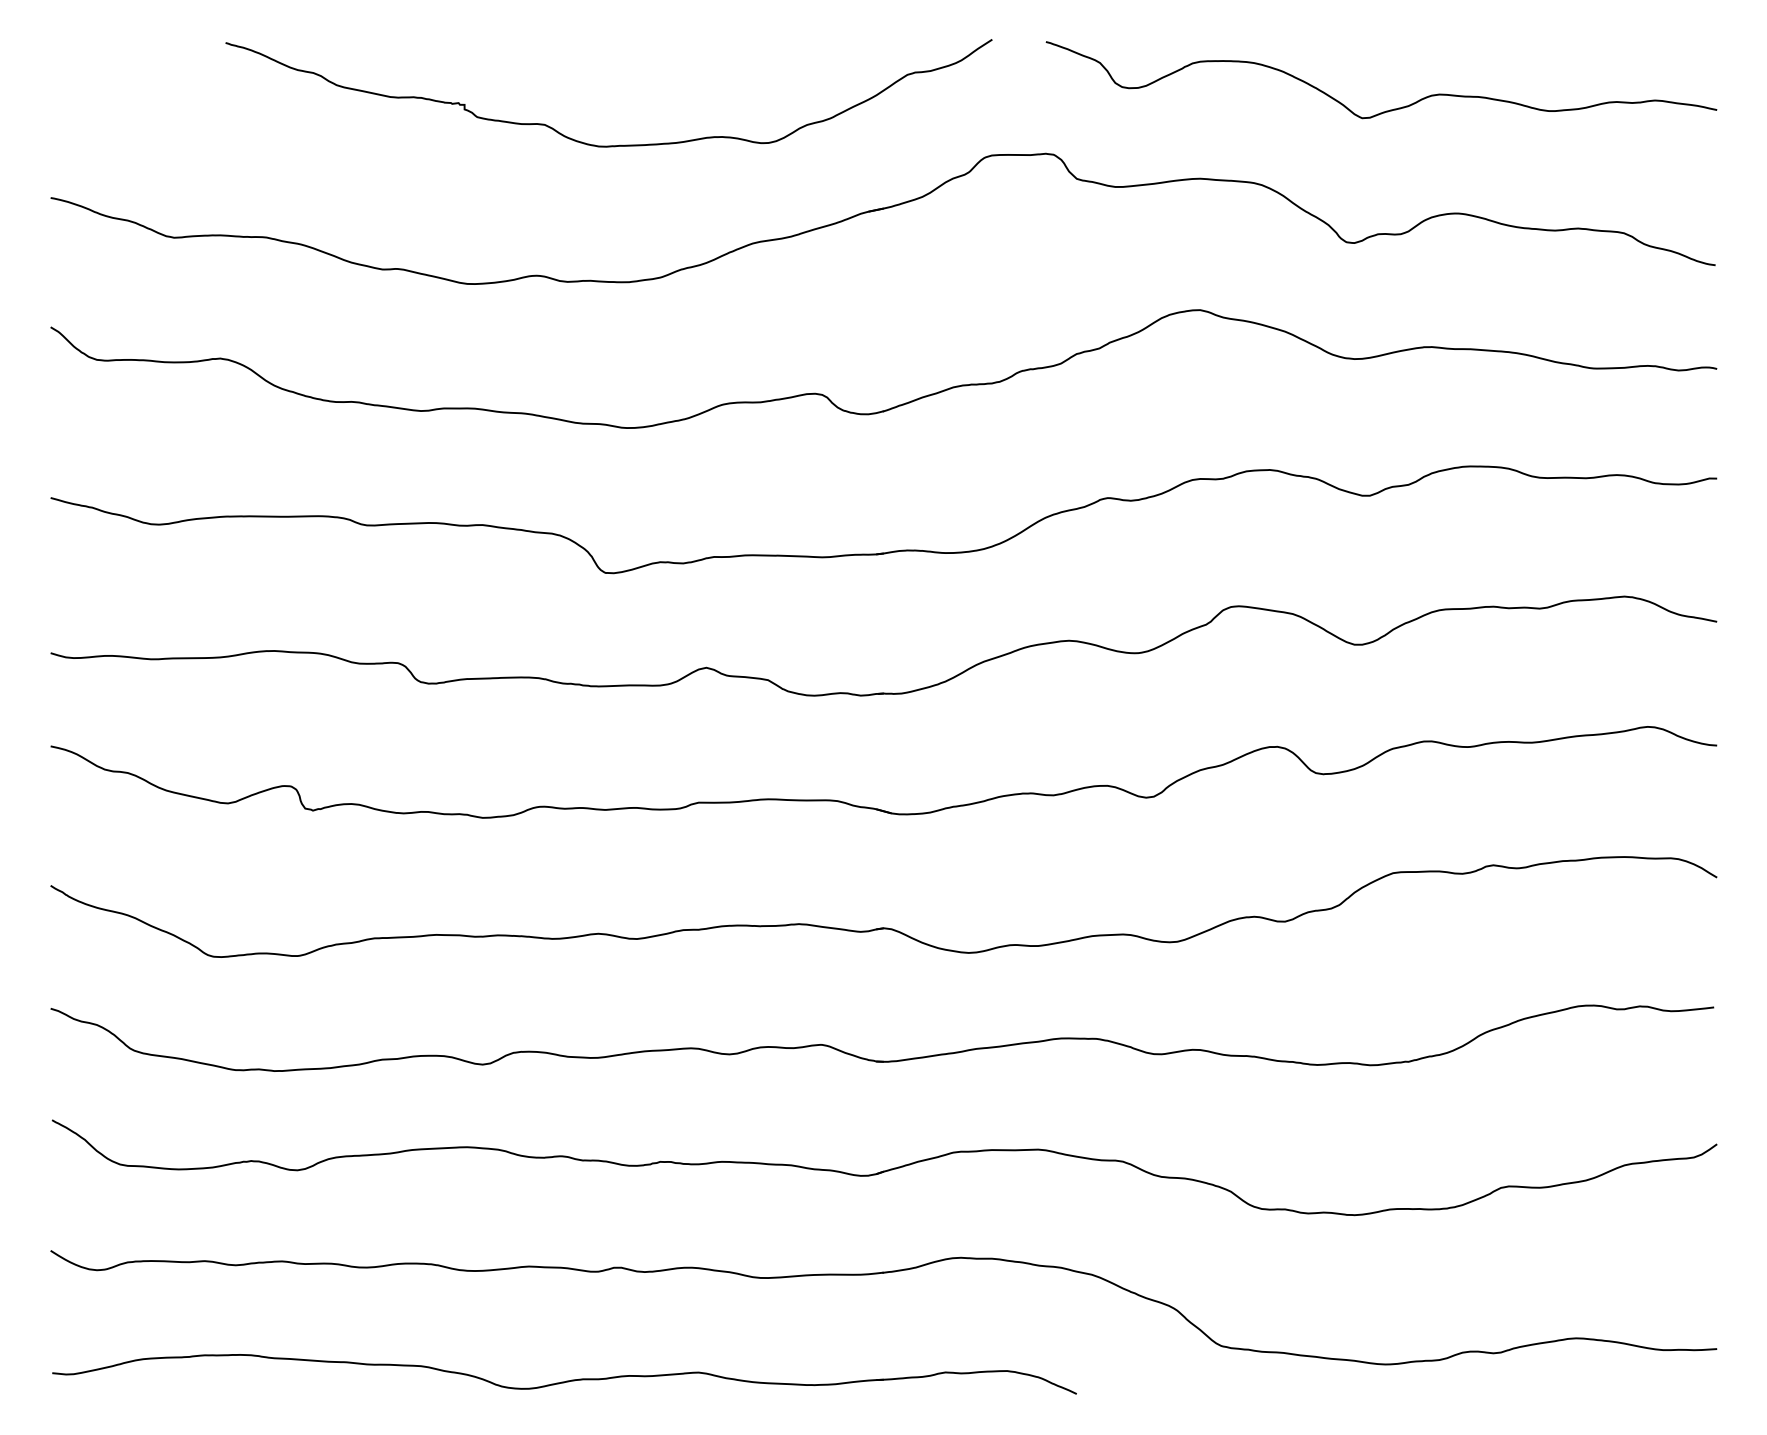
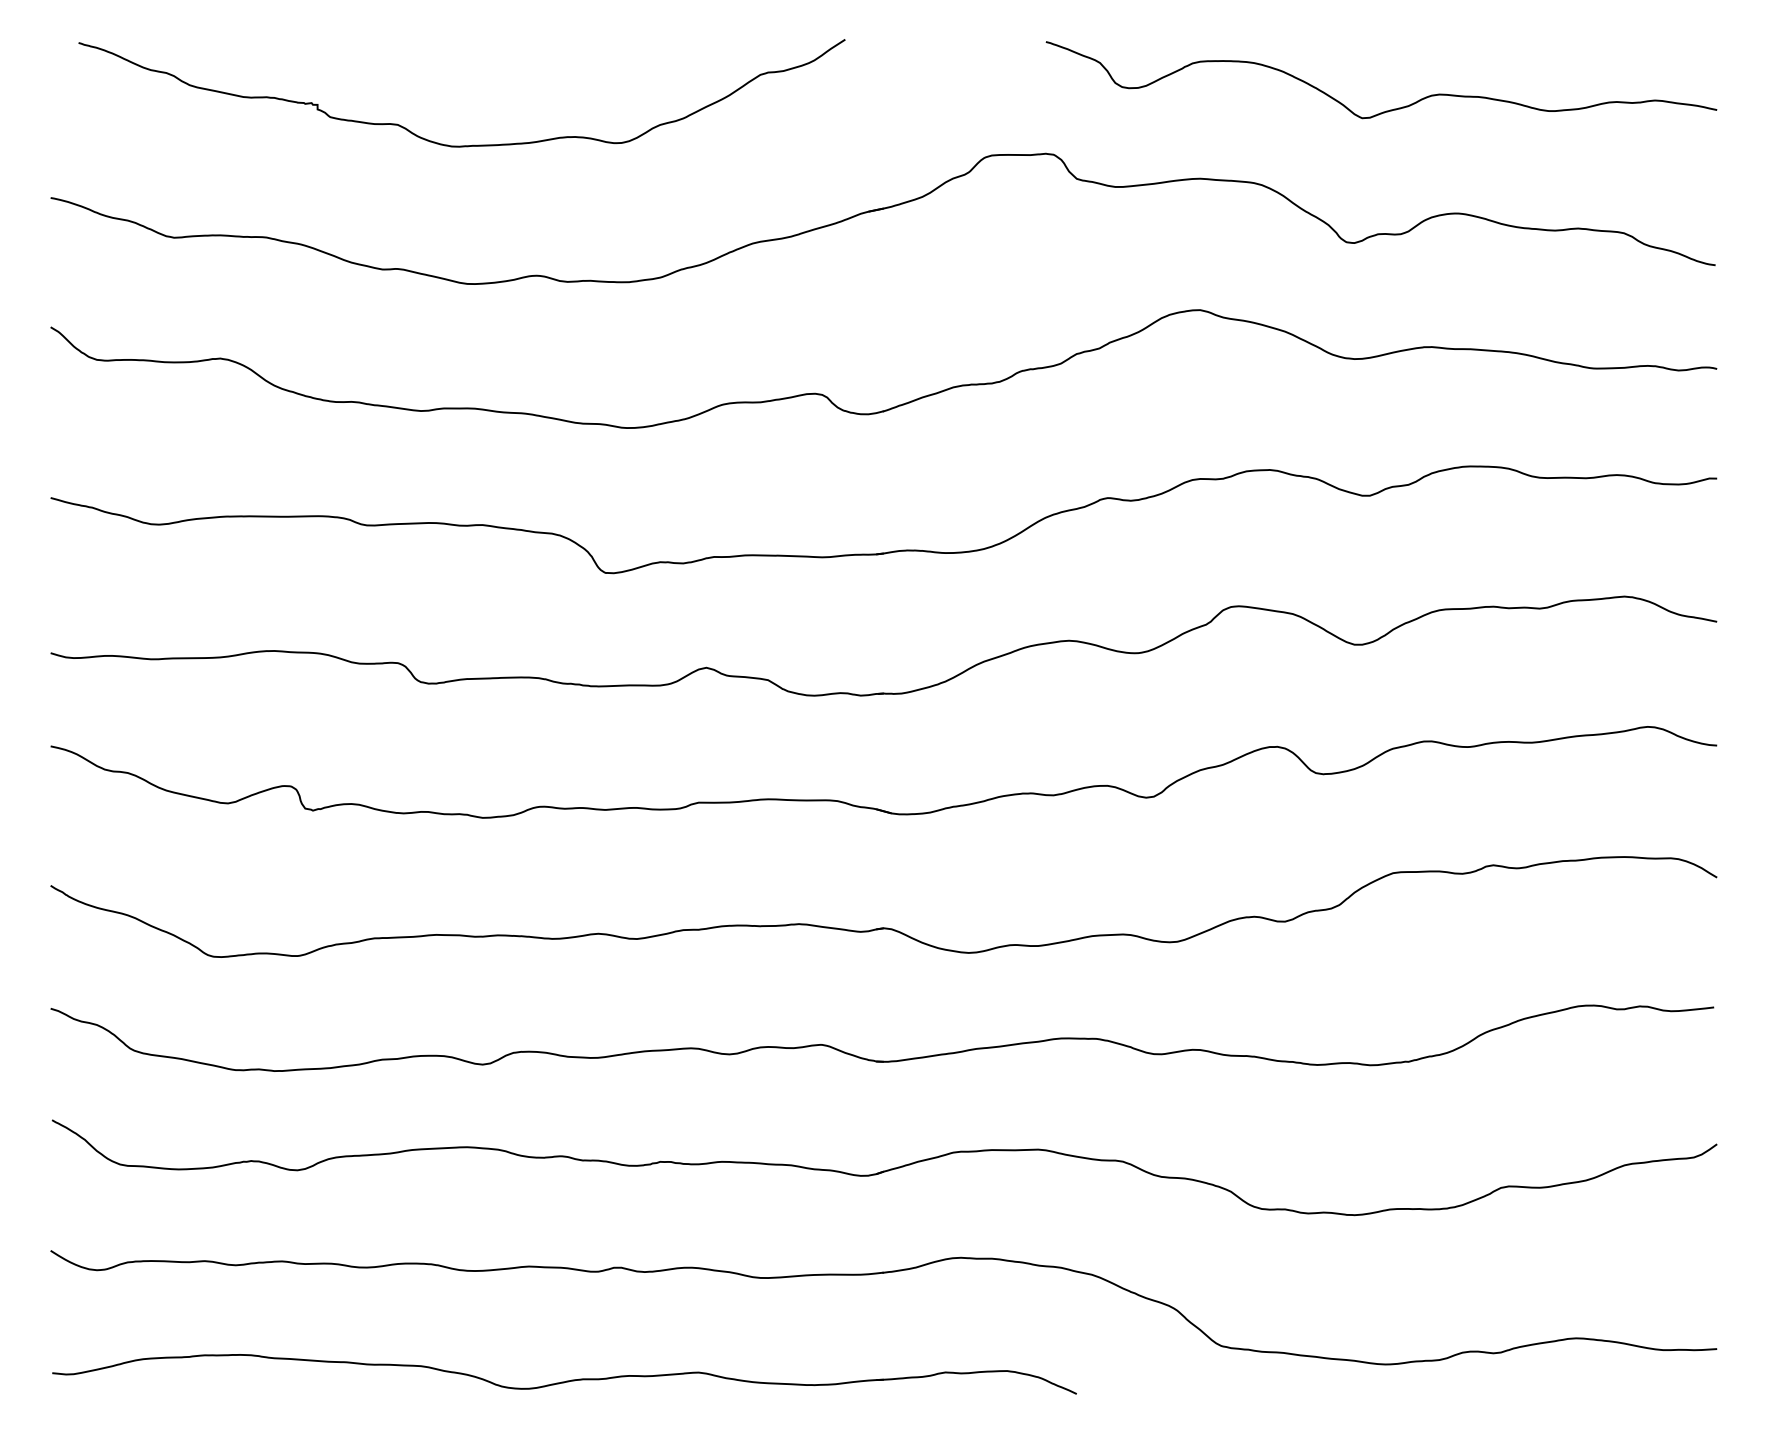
curve at (608, 145) position: (608, 145) -> (461, 145)
